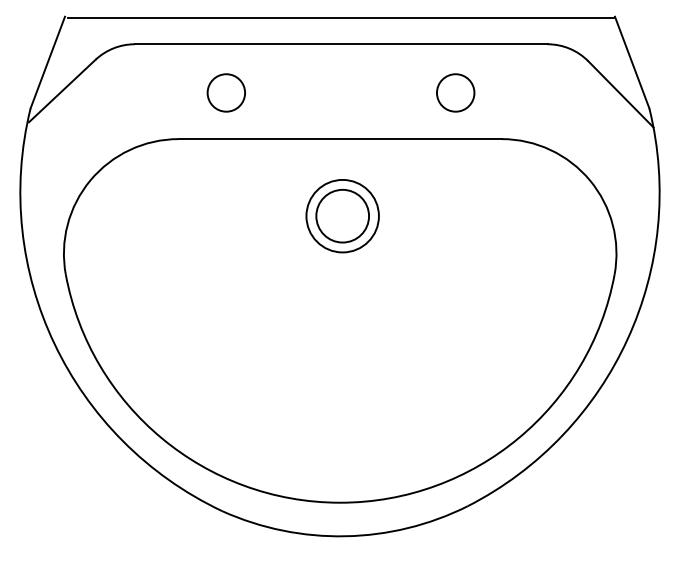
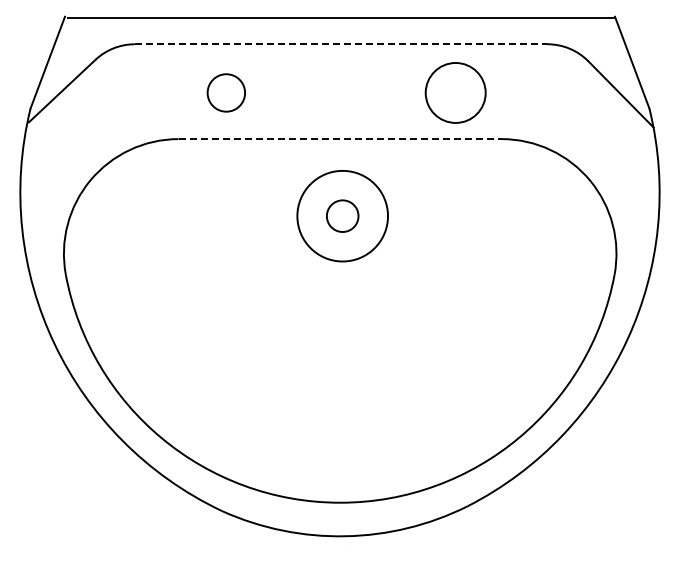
line at (341, 44): solid -> dashed
circle at (455, 92) diameter: 37 px -> 60 px
line at (340, 139): solid -> dashed
circle at (342, 215) diameter: 53 px -> 32 px
circle at (342, 215) diameter: 72 px -> 91 px
